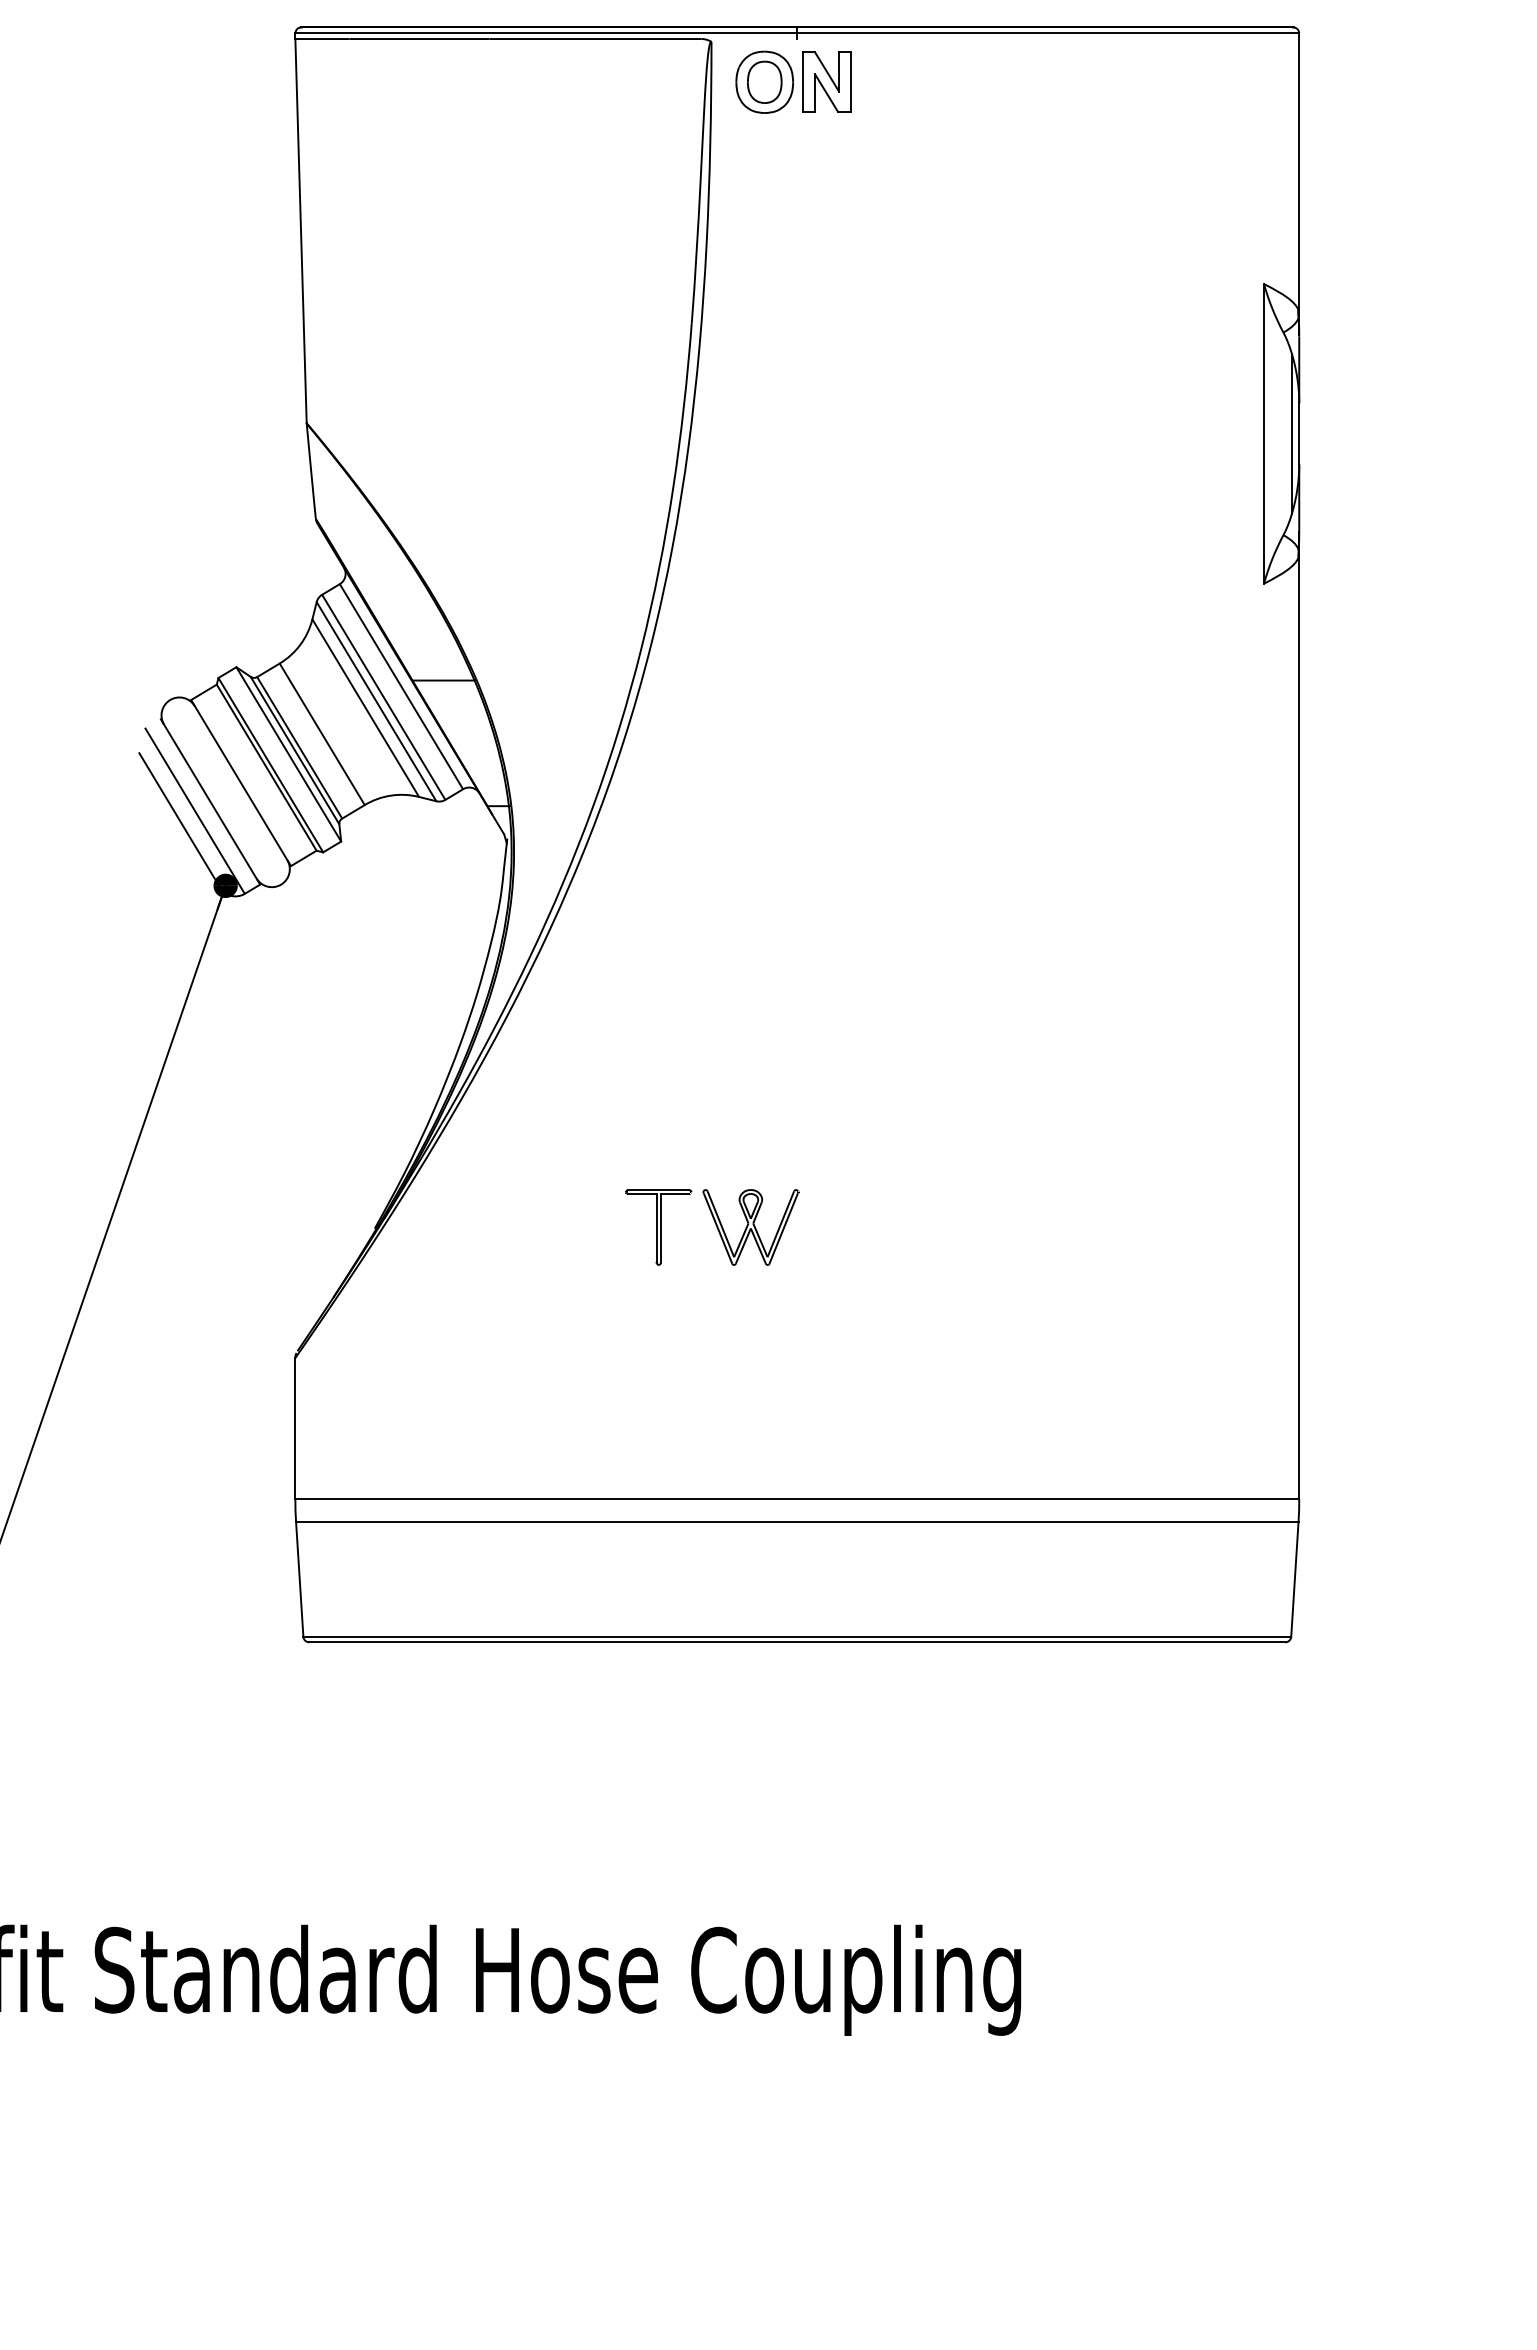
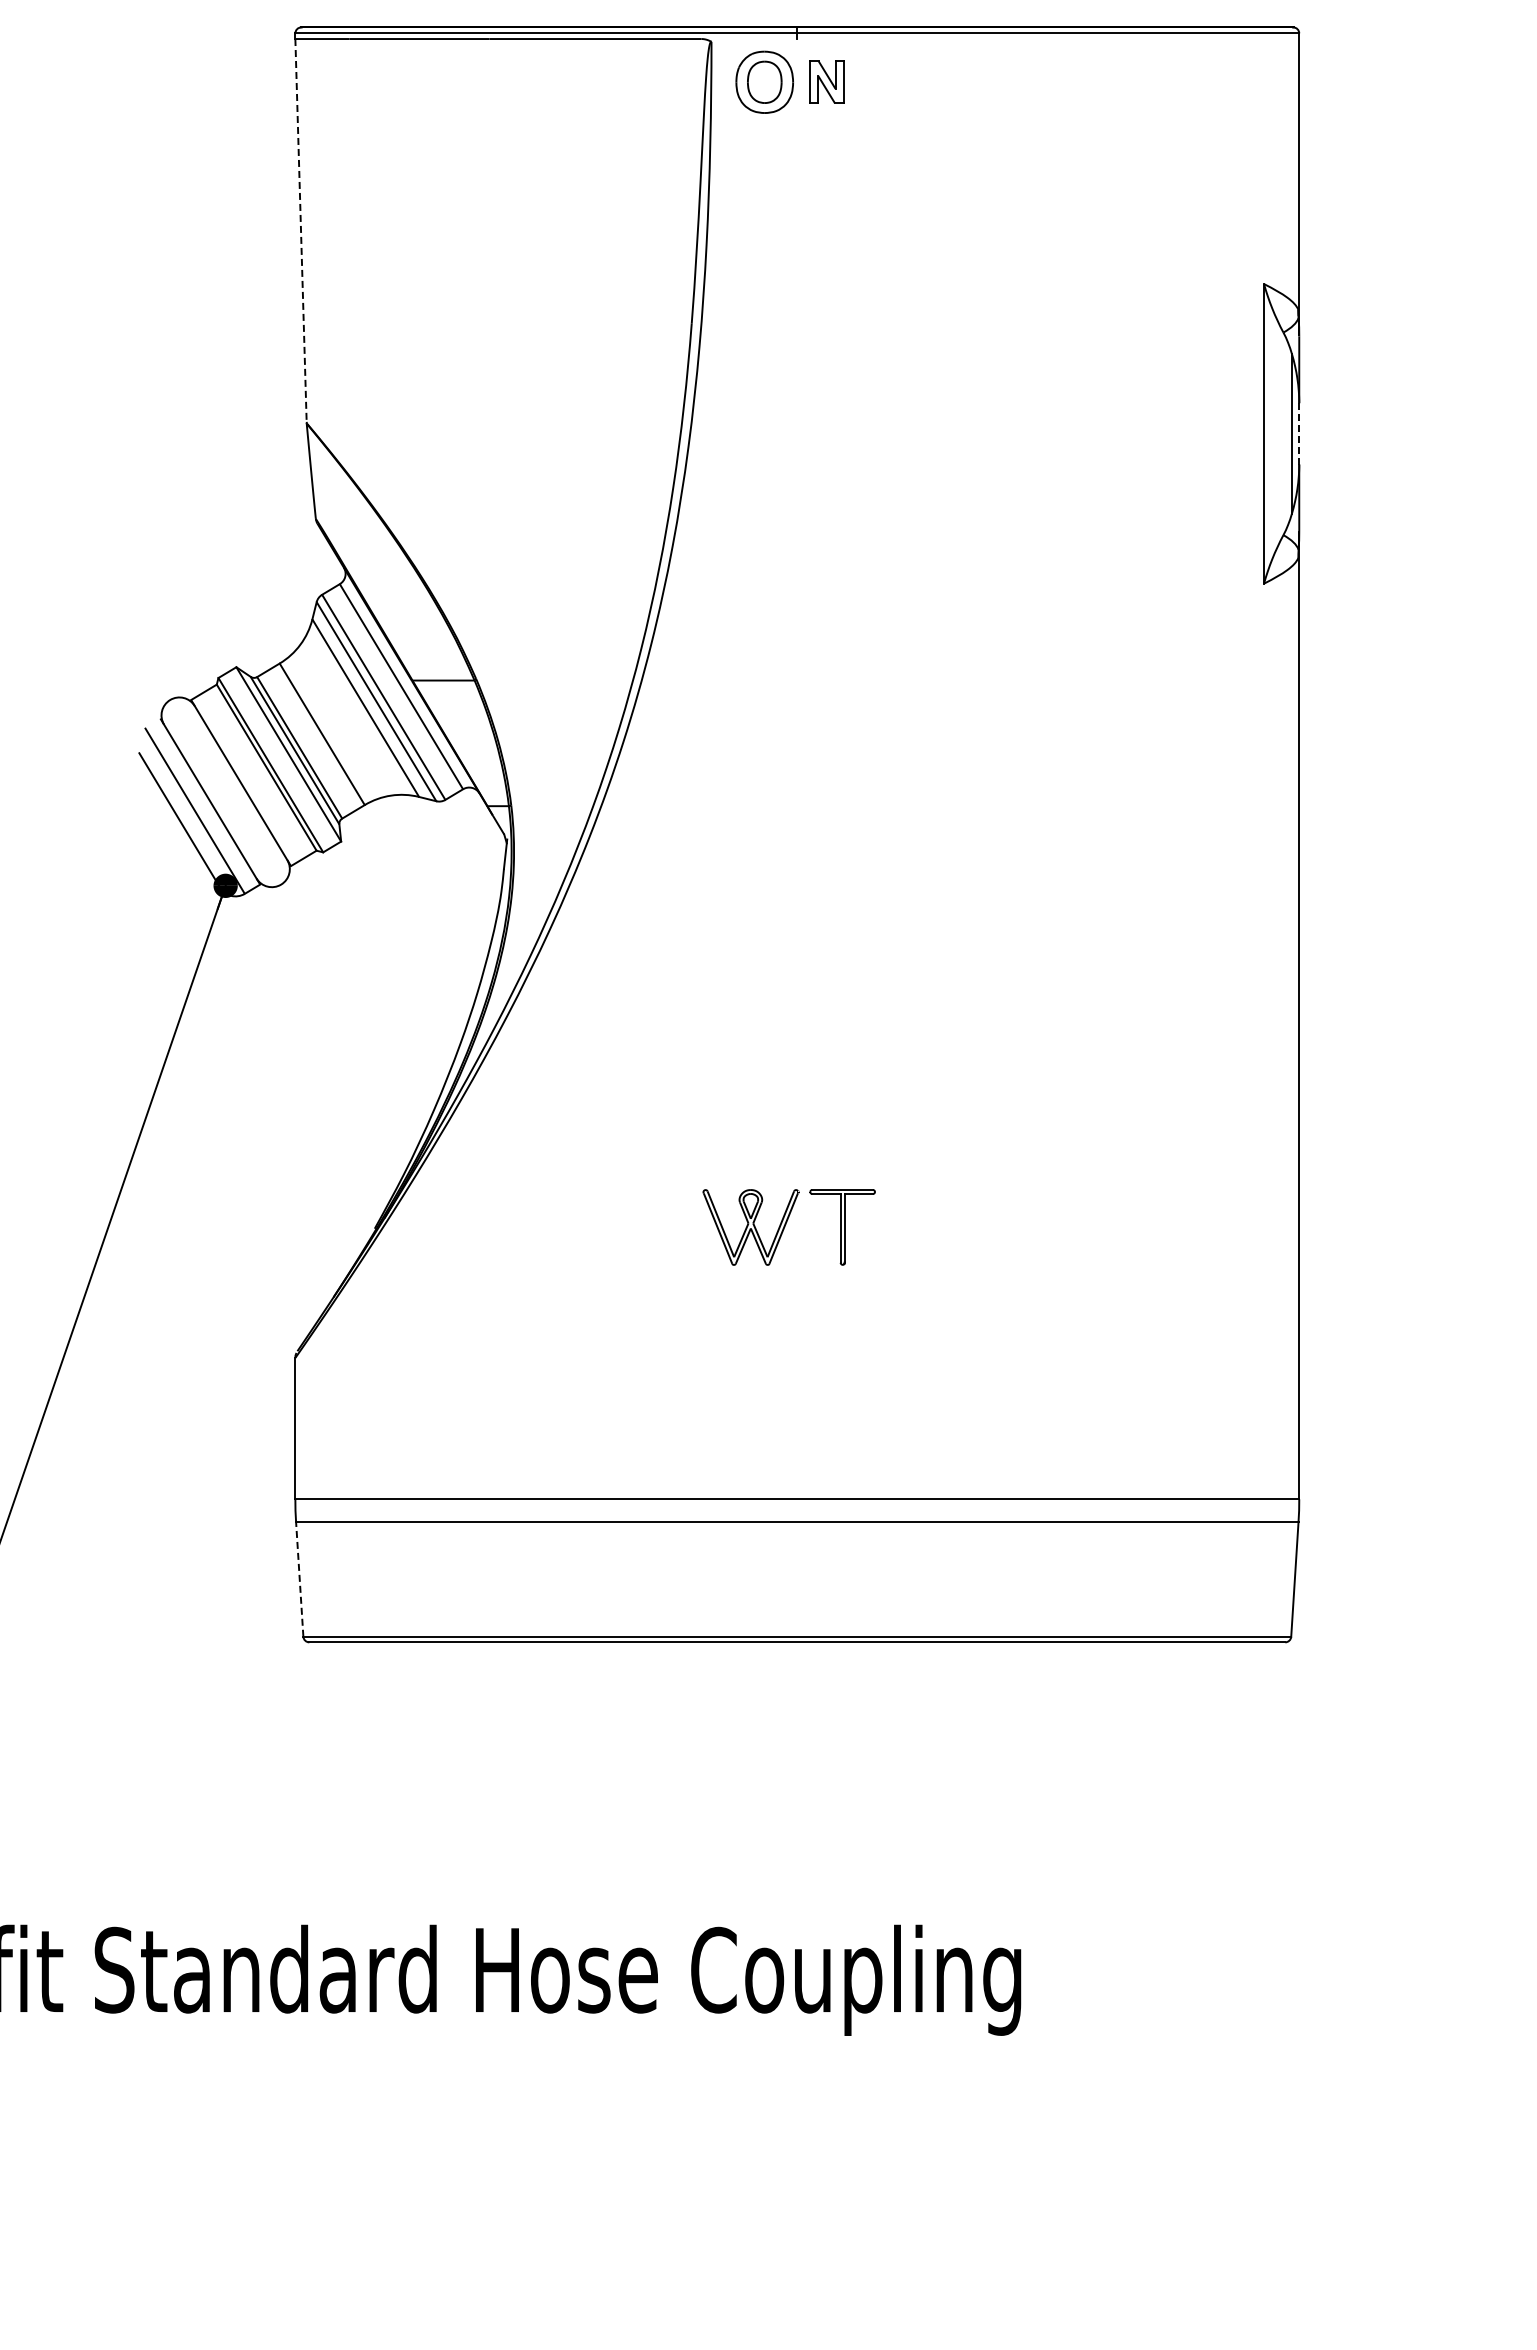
part at (826, 81) size: 50x62 px -> 36x44 px
line at (301, 231): solid -> dashed
line at (1299, 433): solid -> dashed
part at (658, 1227) position: (658, 1227) -> (842, 1227)
line at (299, 1578): solid -> dashed
